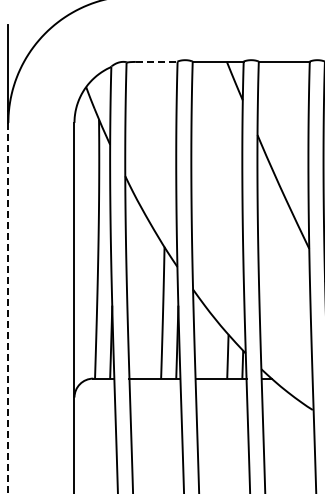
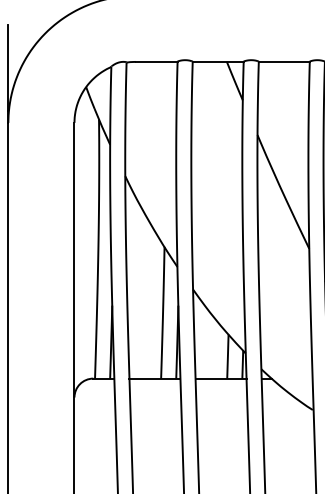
line at (156, 61): dashed -> solid
line at (8, 308): dashed -> solid
